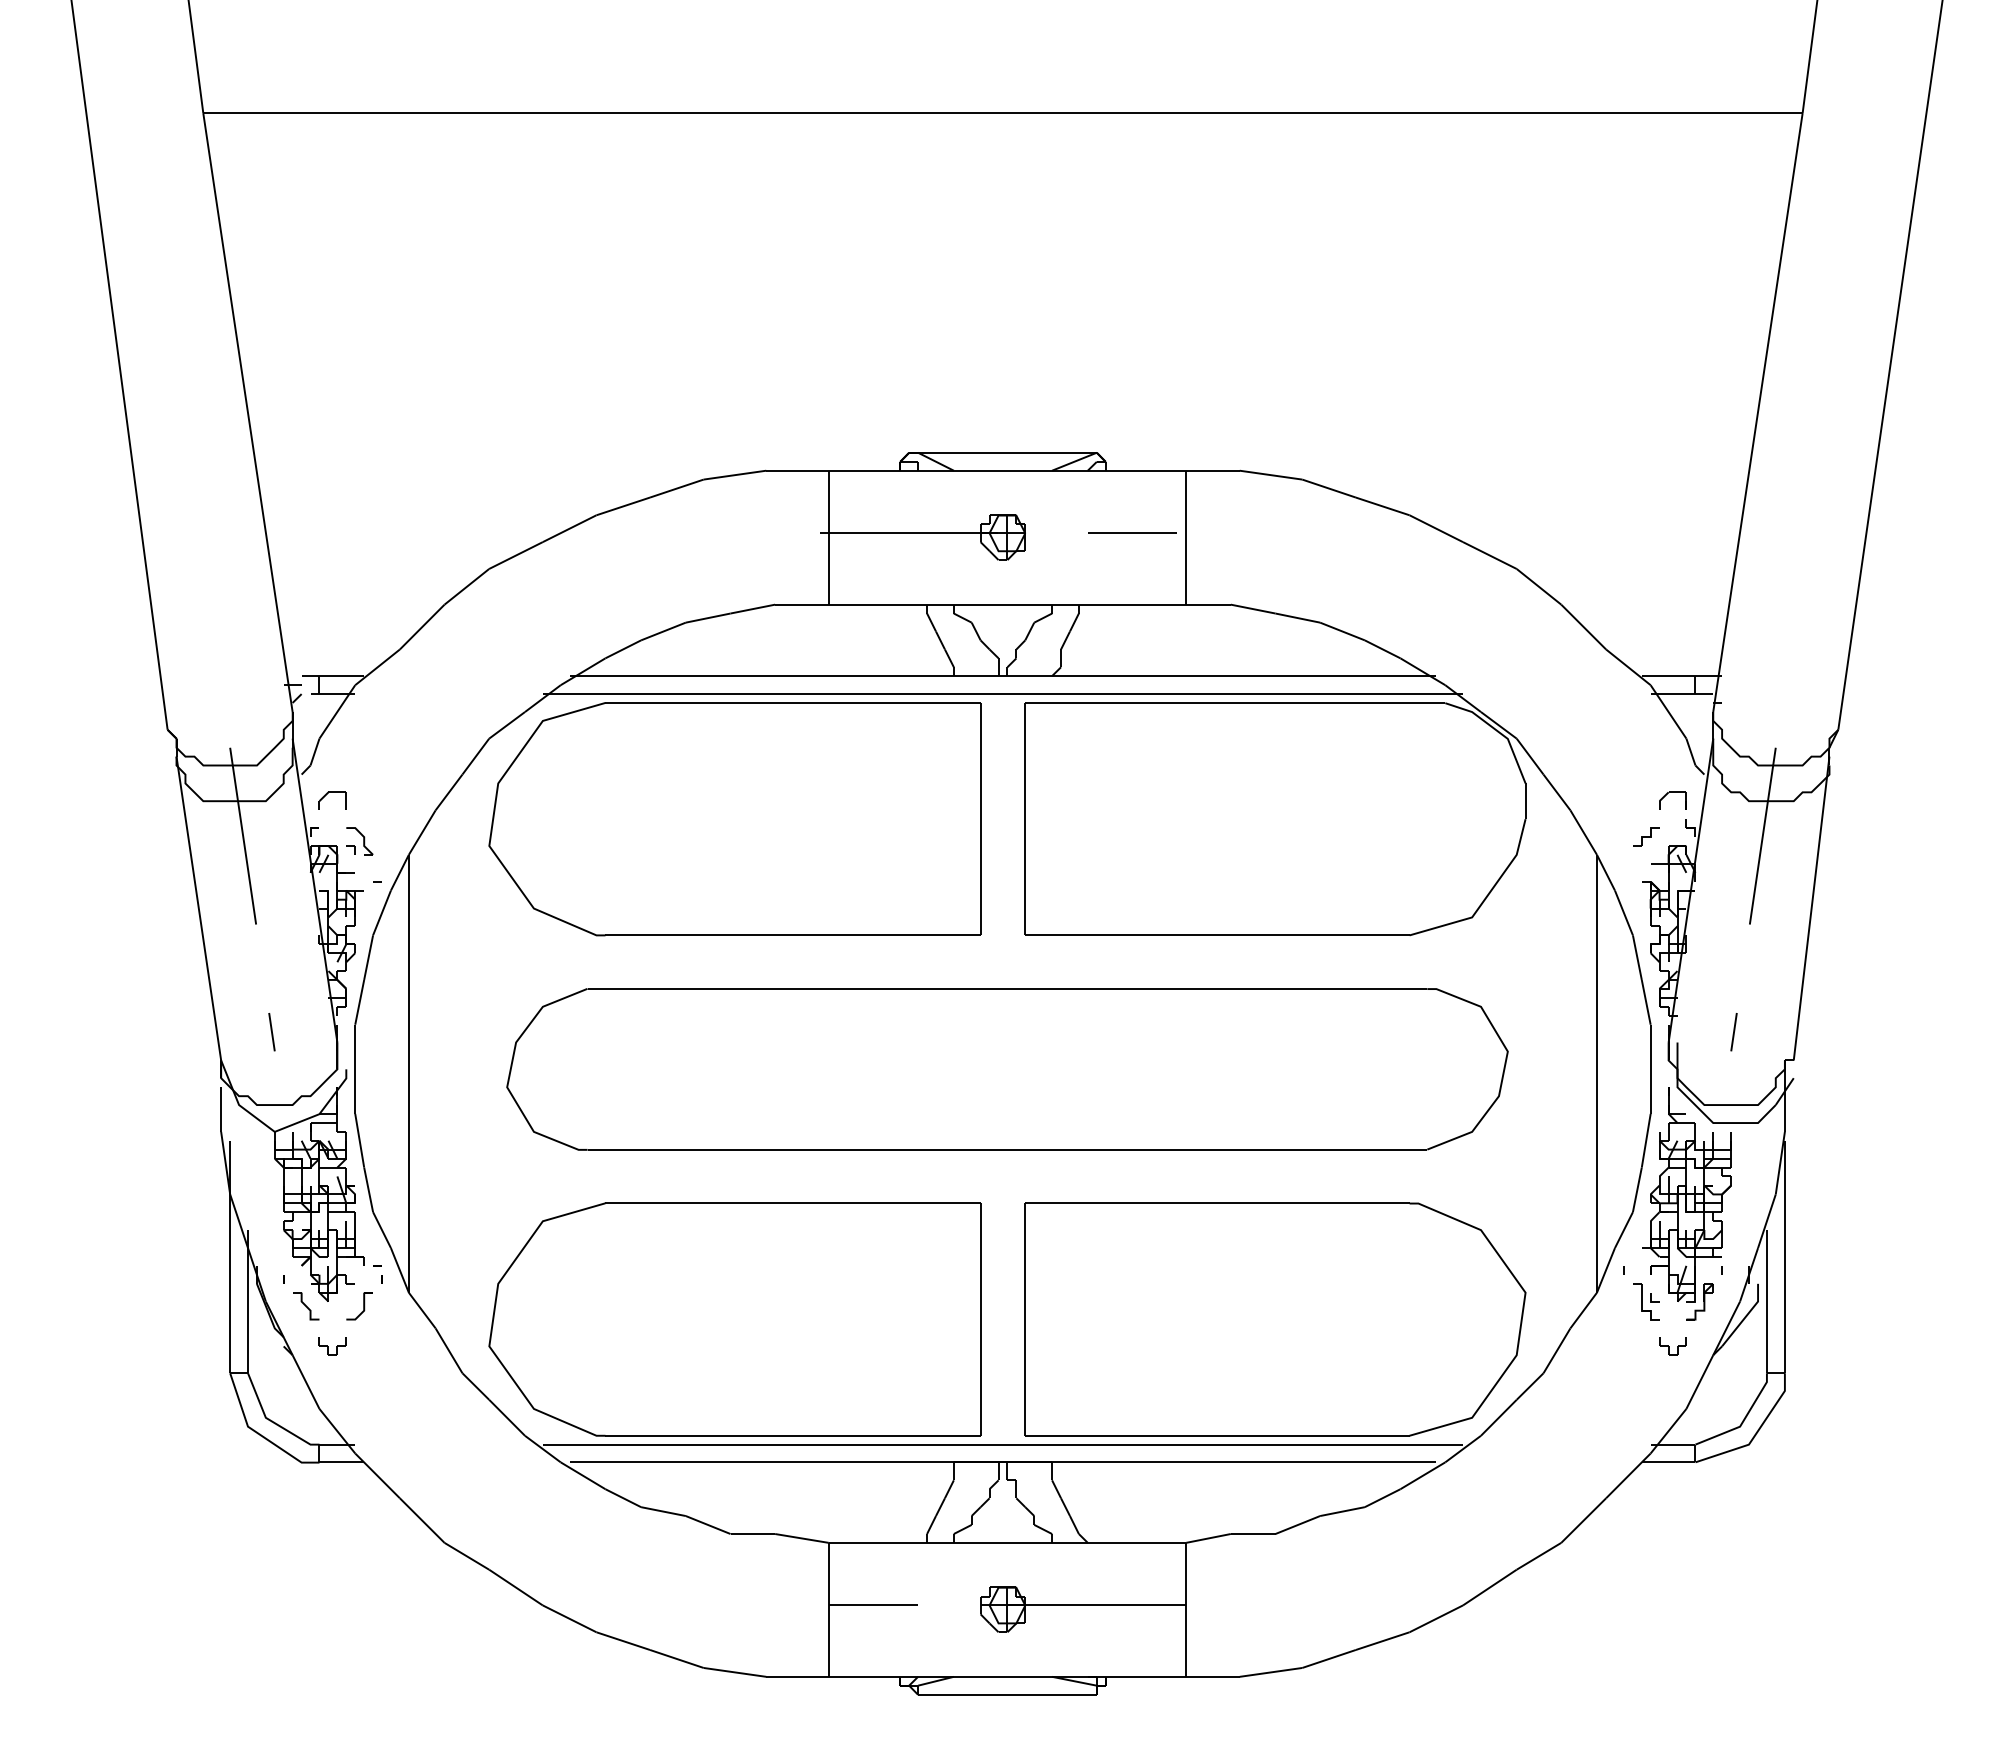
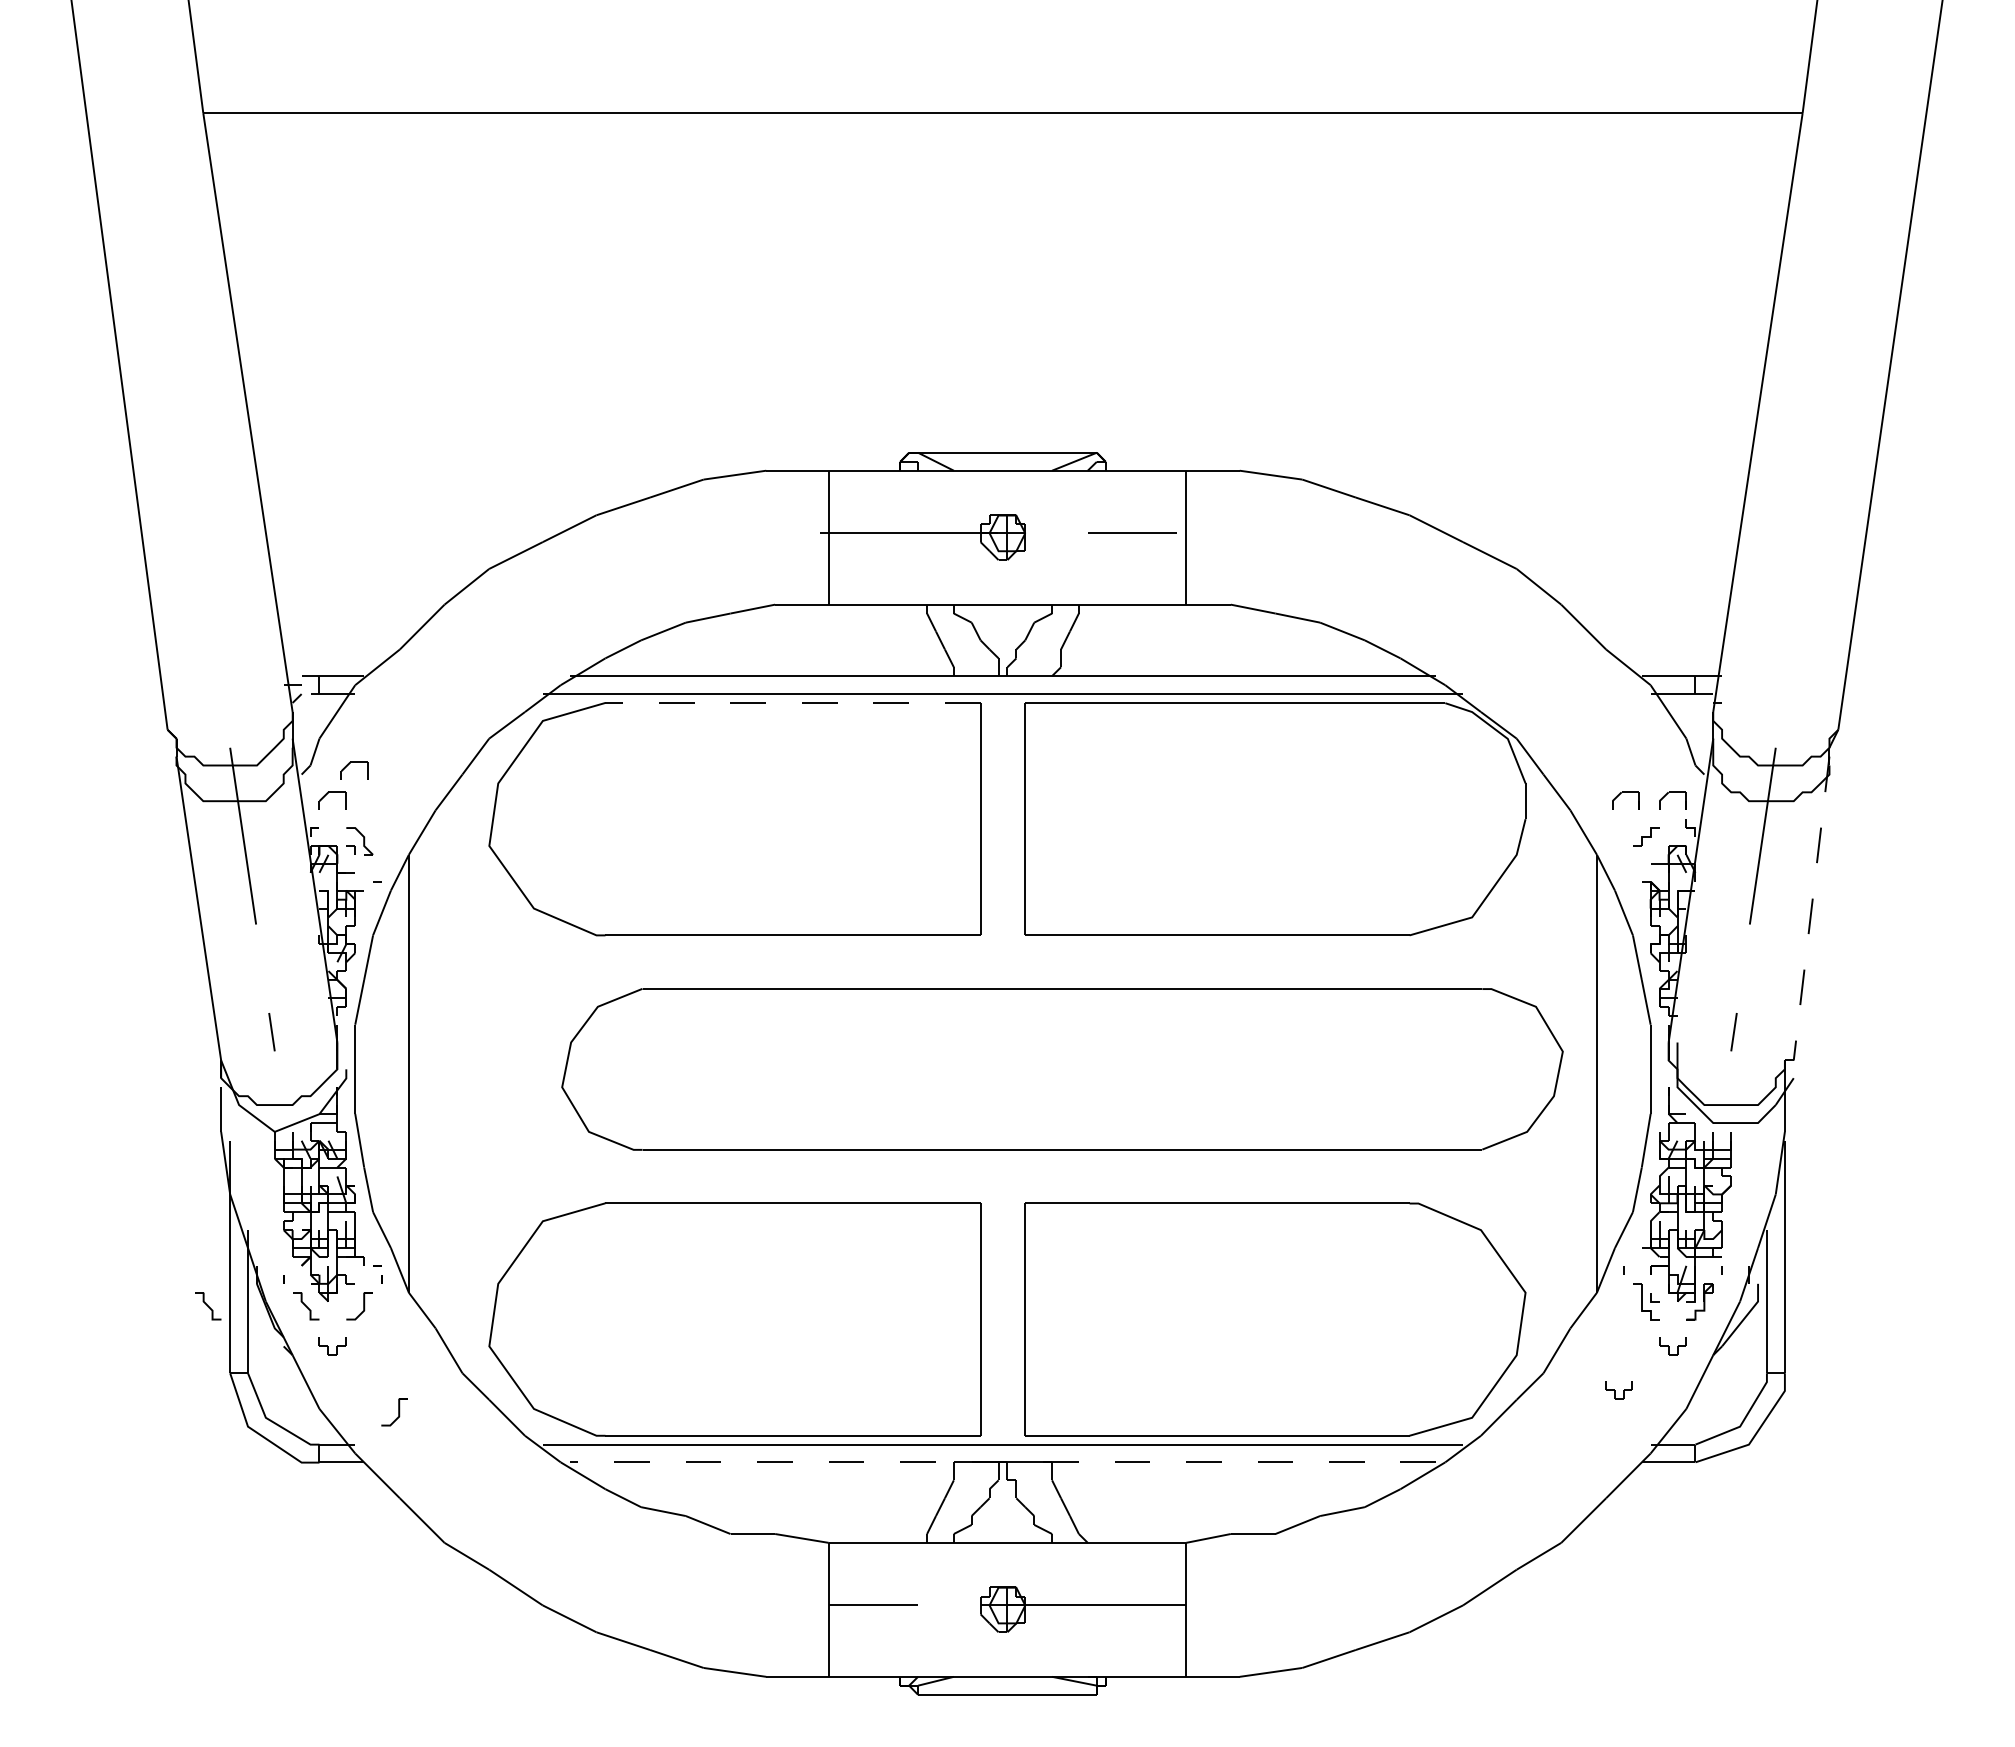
line at (793, 702): solid -> dashed
part at (349, 764): none -> present
part at (1620, 794): none -> present
line at (1811, 908): solid -> dashed
part at (1007, 1069) position: (1007, 1069) -> (1062, 1069)
part at (208, 1306): none -> present
part at (1618, 1390): none -> present
part at (394, 1412): none -> present
line at (1002, 1462): solid -> dashed
